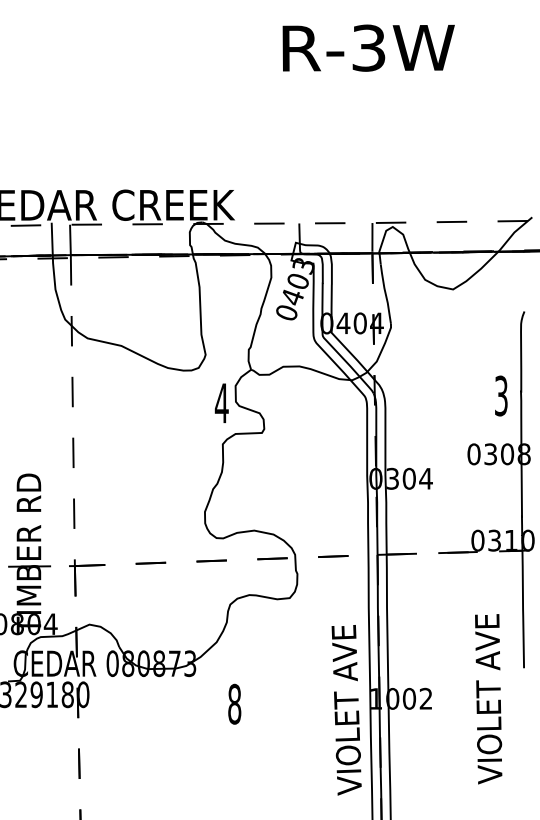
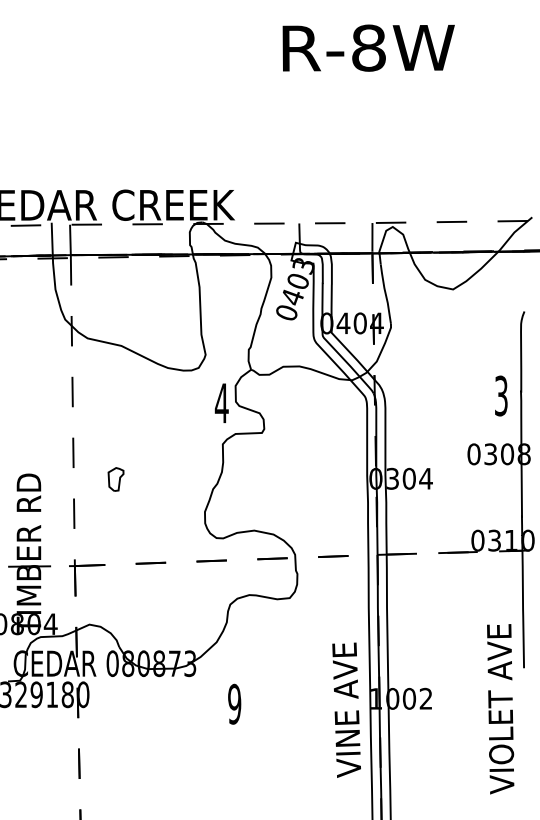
text at (368, 47): R-3W -> R-8W
part at (115, 479): none -> present
text at (488, 699) position: (488, 699) -> (500, 709)
text at (234, 704): 8 -> 9
text at (346, 710): VIOLET AVE -> VINE AVE
